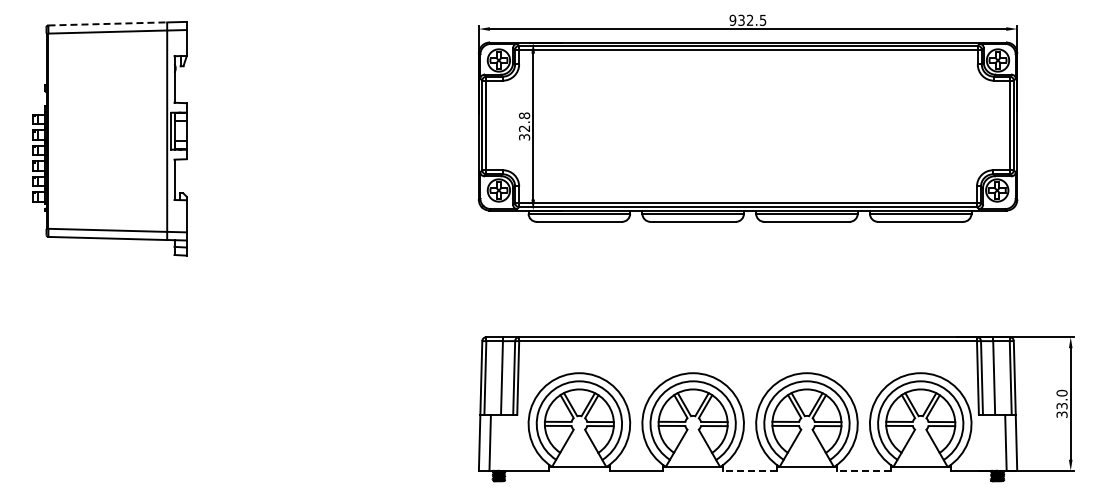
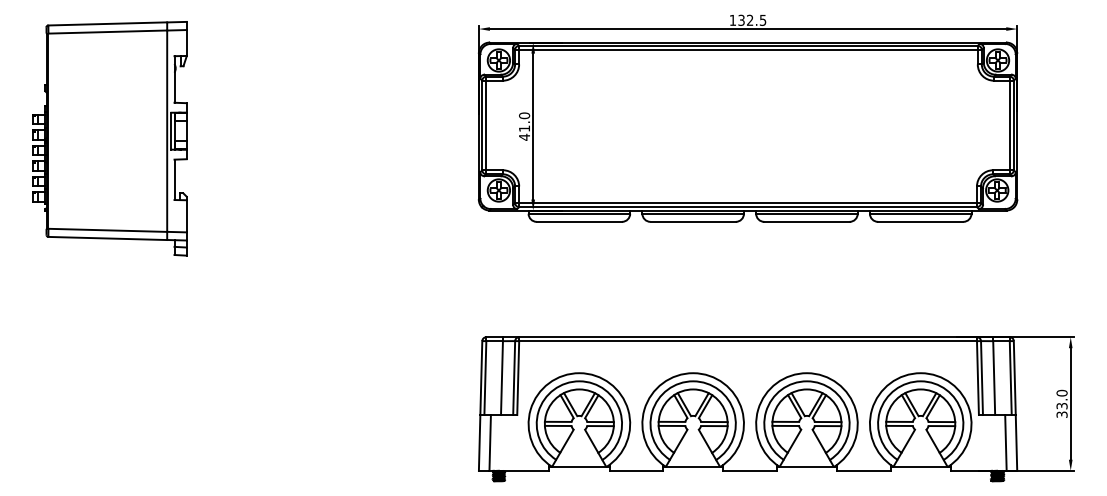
text at (732, 19): 932.5 -> 132.5
line at (108, 23): dashed -> solid
text at (524, 126): 32.8 -> 41.0
line at (750, 470): dashed -> solid
line at (863, 470): dashed -> solid
